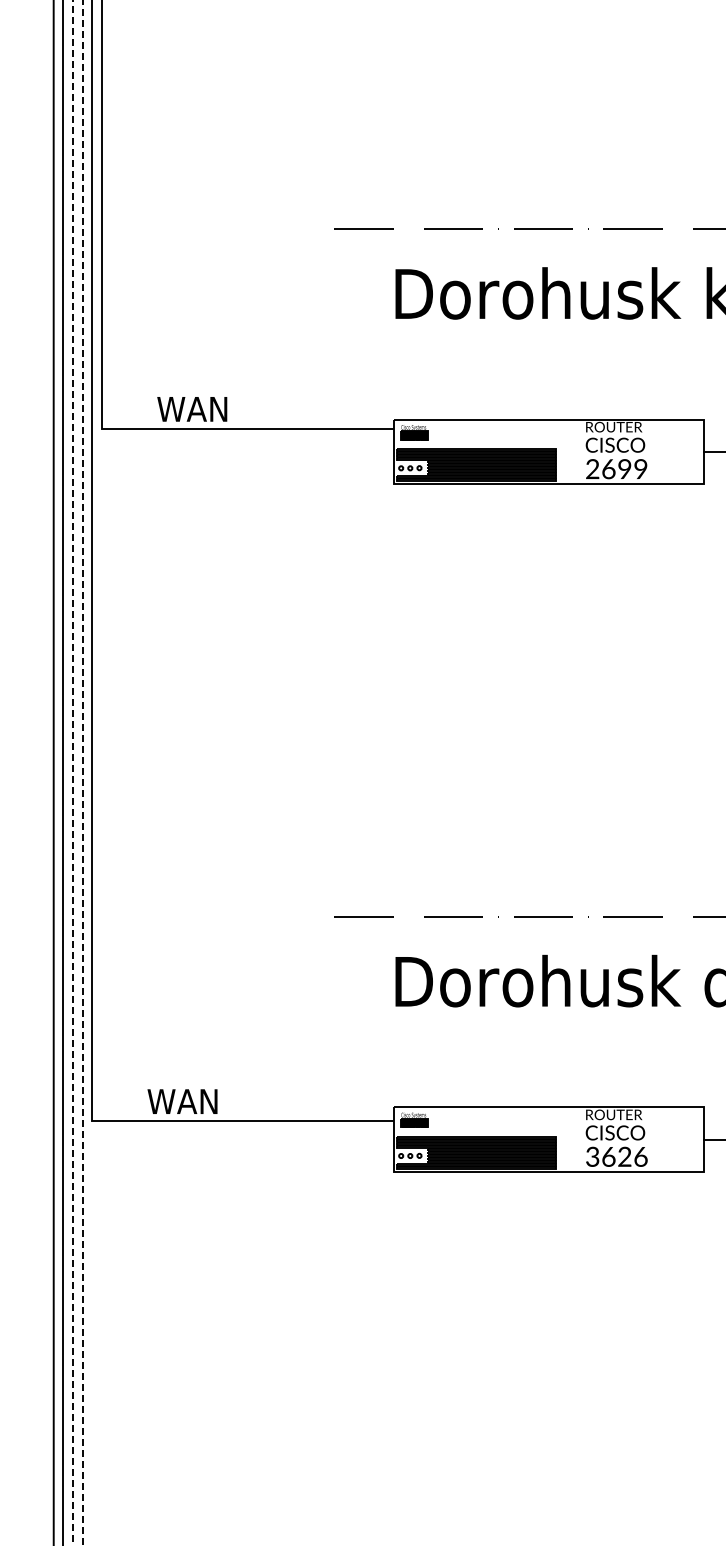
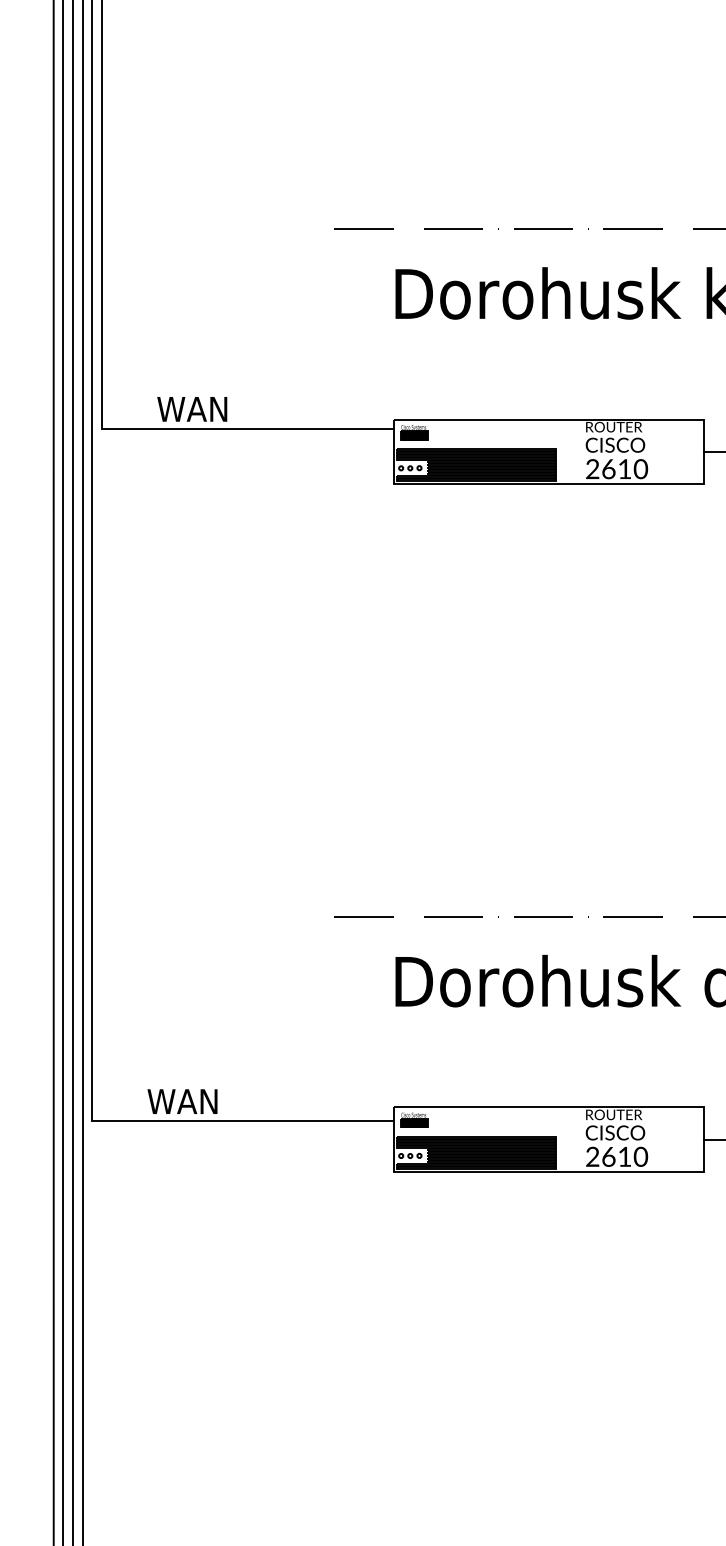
text at (633, 469): 2699 -> 2610
line at (72, 773): dashed -> solid
line at (82, 773): dashed -> solid
text at (617, 1156): 3626 -> 2610
